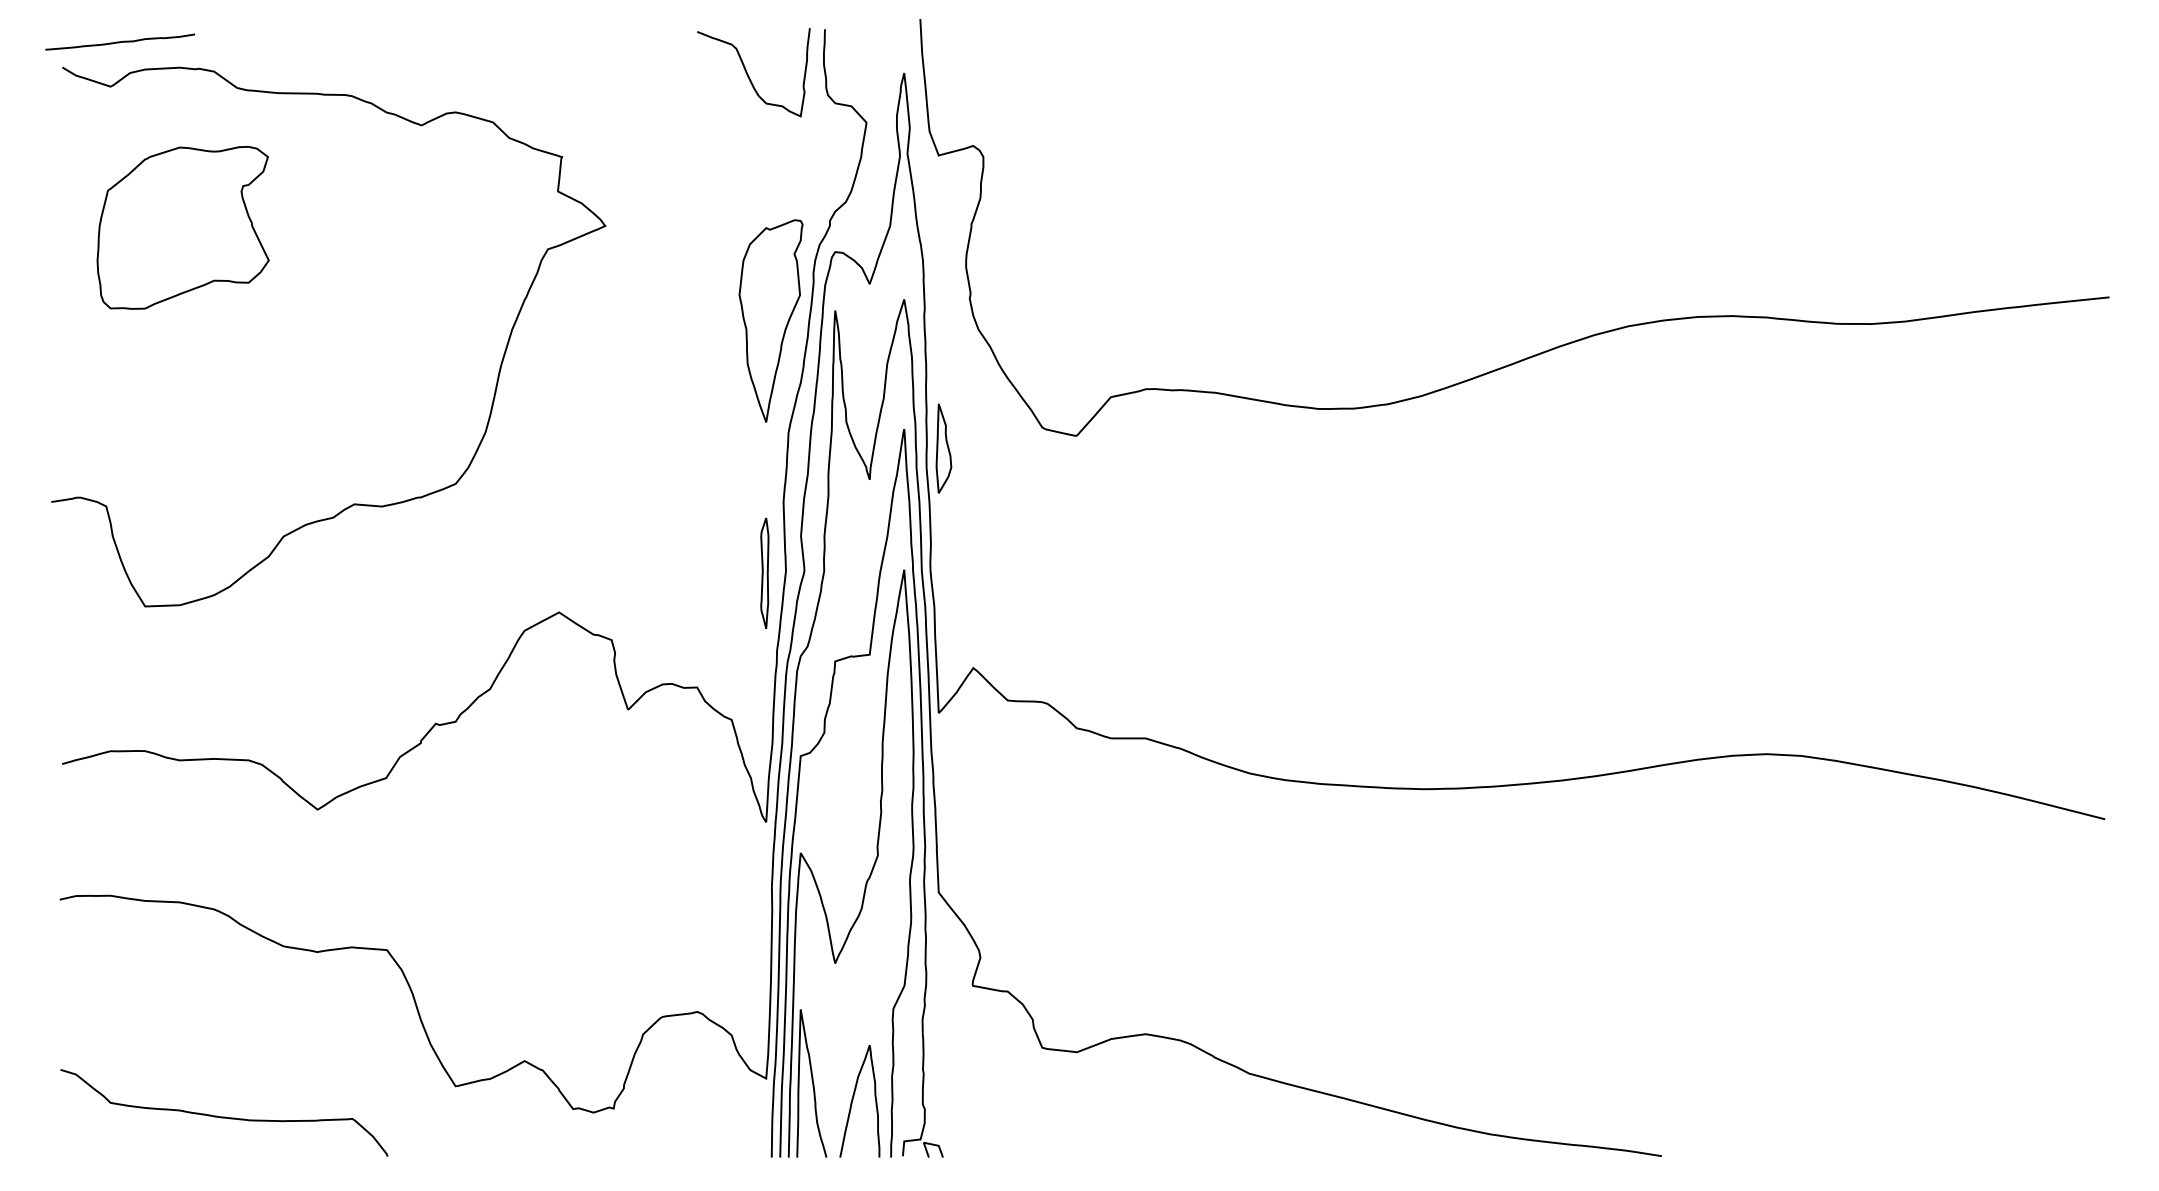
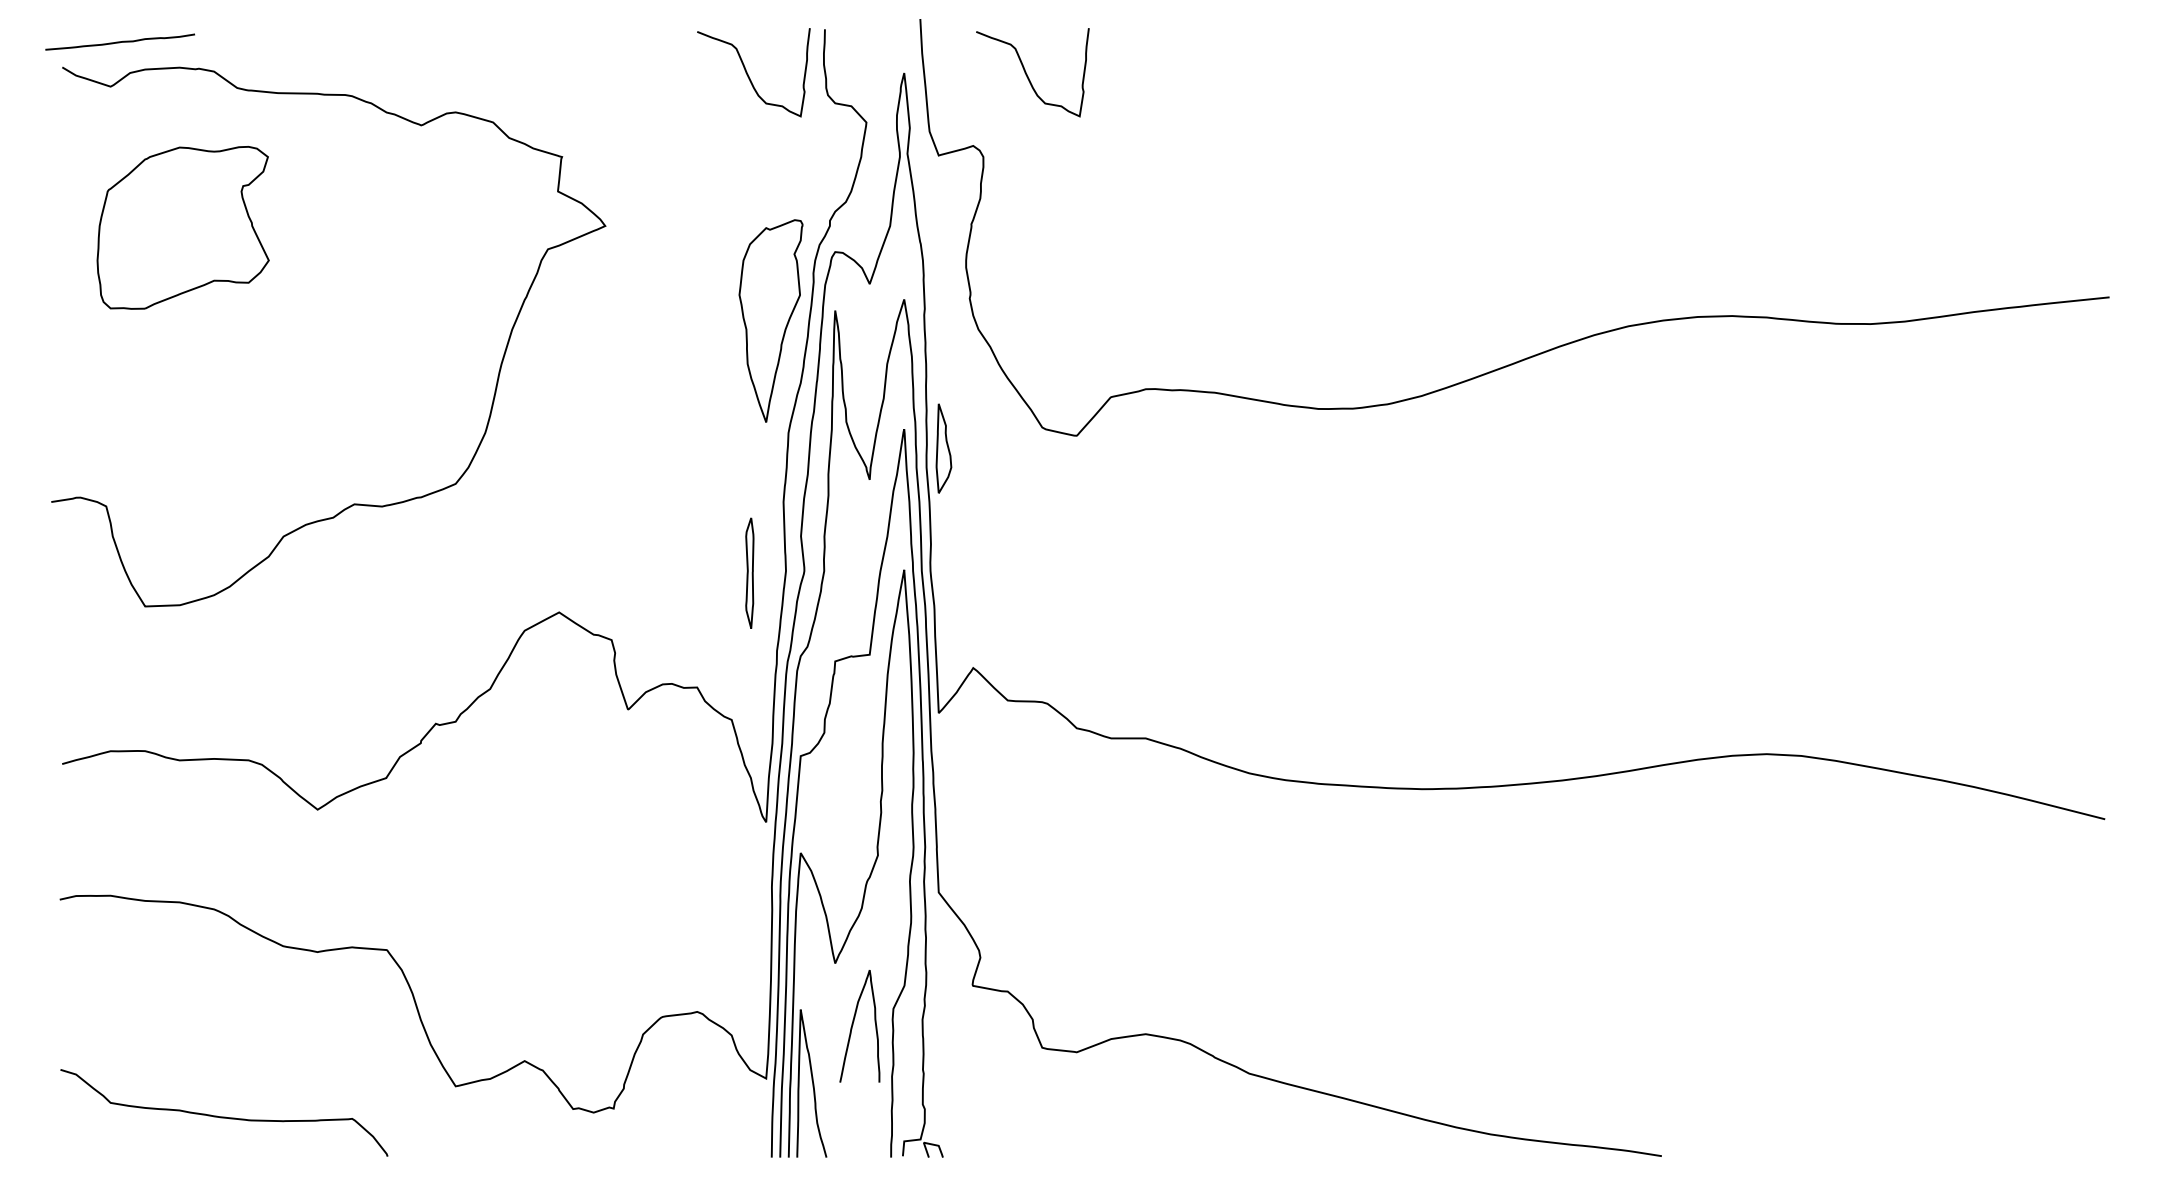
curve at (1027, 74): none -> present
part at (764, 572) position: (764, 572) -> (749, 572)
curve at (853, 1100) position: (853, 1100) -> (853, 1025)
